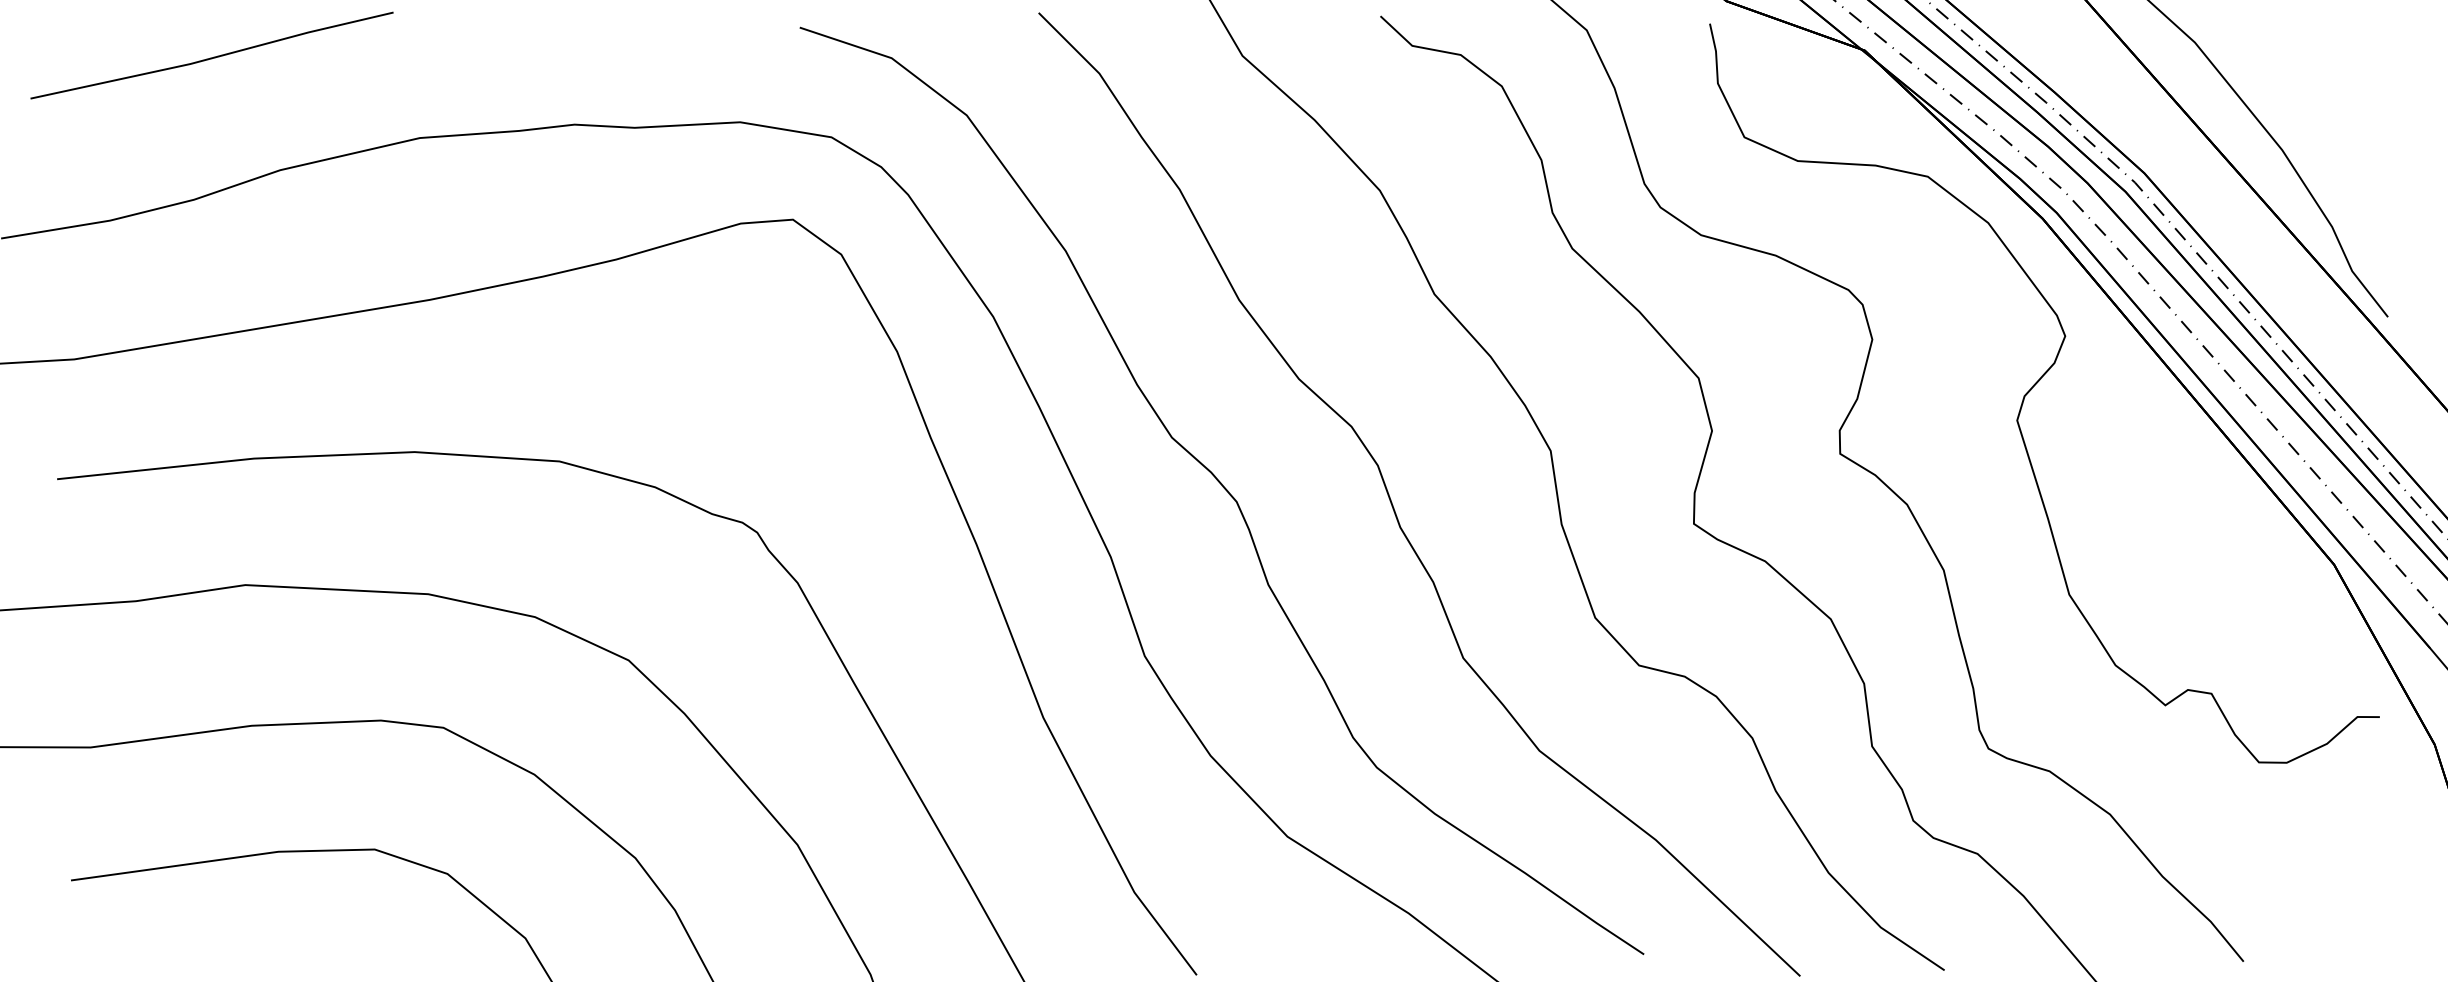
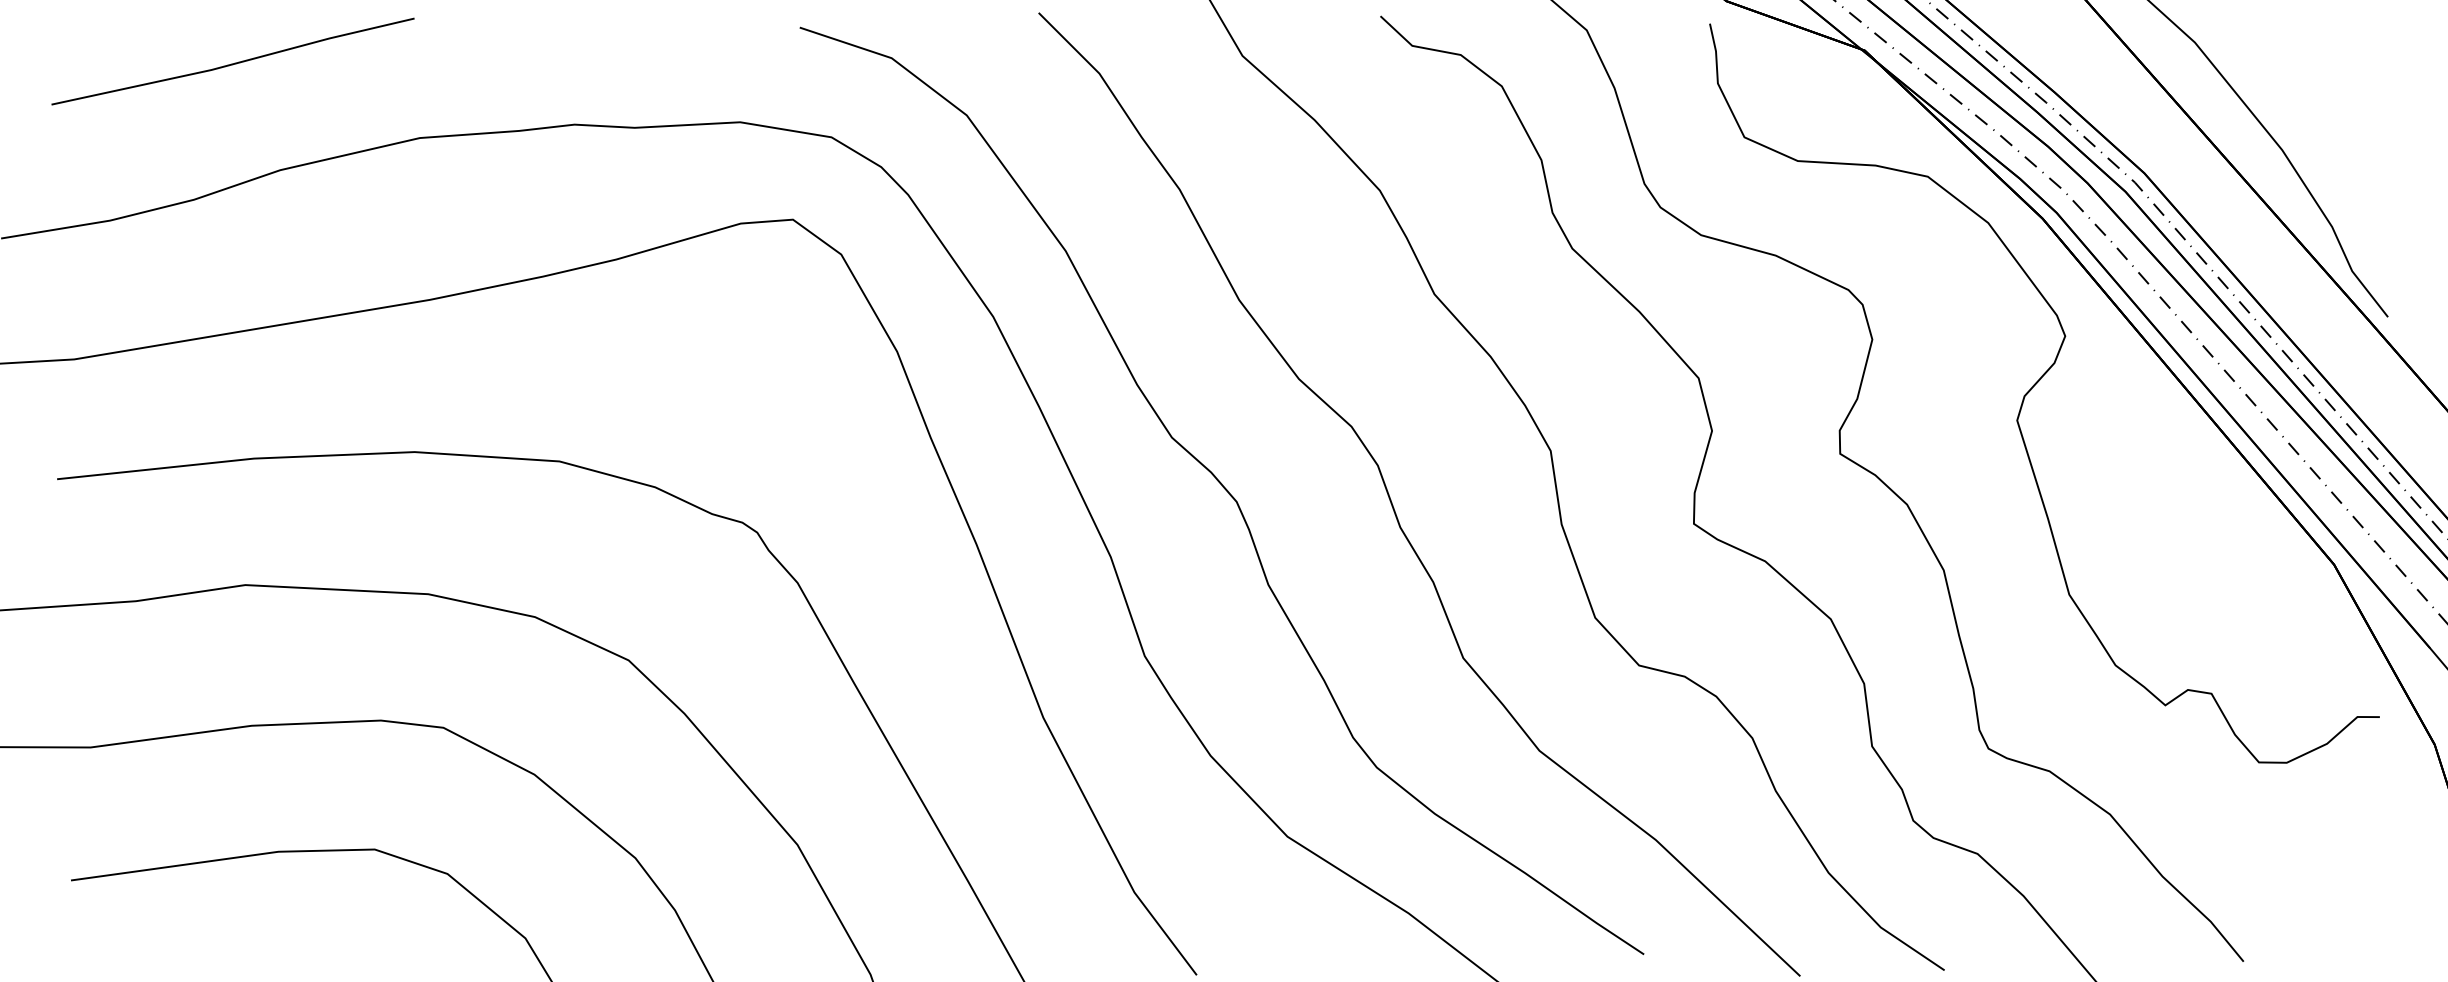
line at (211, 57) position: (211, 57) -> (232, 63)
